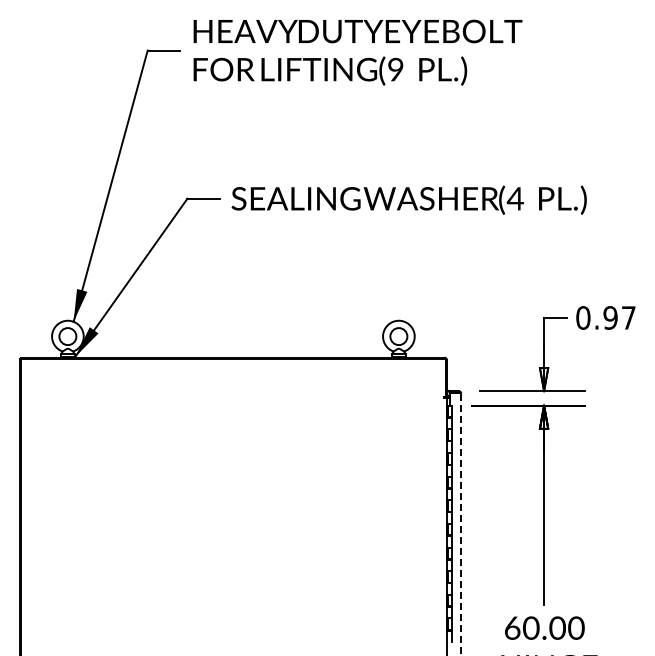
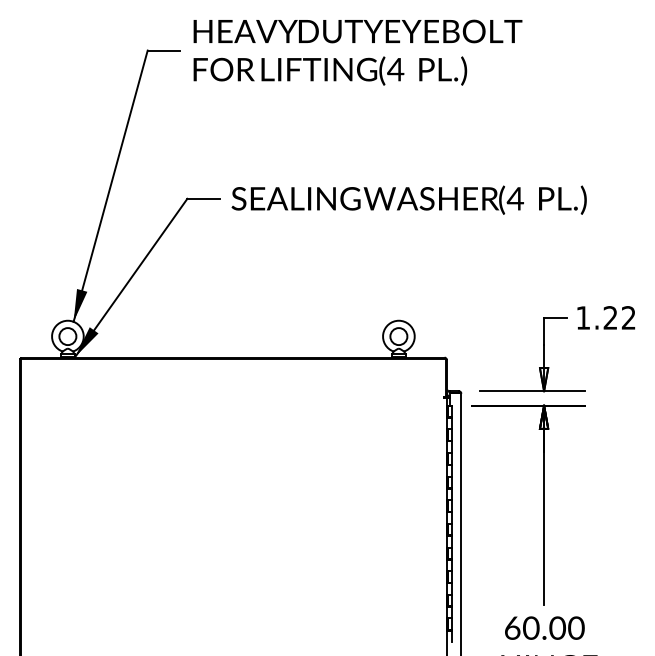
text at (395, 69): (9 -> (4
text at (605, 317): 0.97 -> 1.22
line at (461, 524): dashed -> solid
